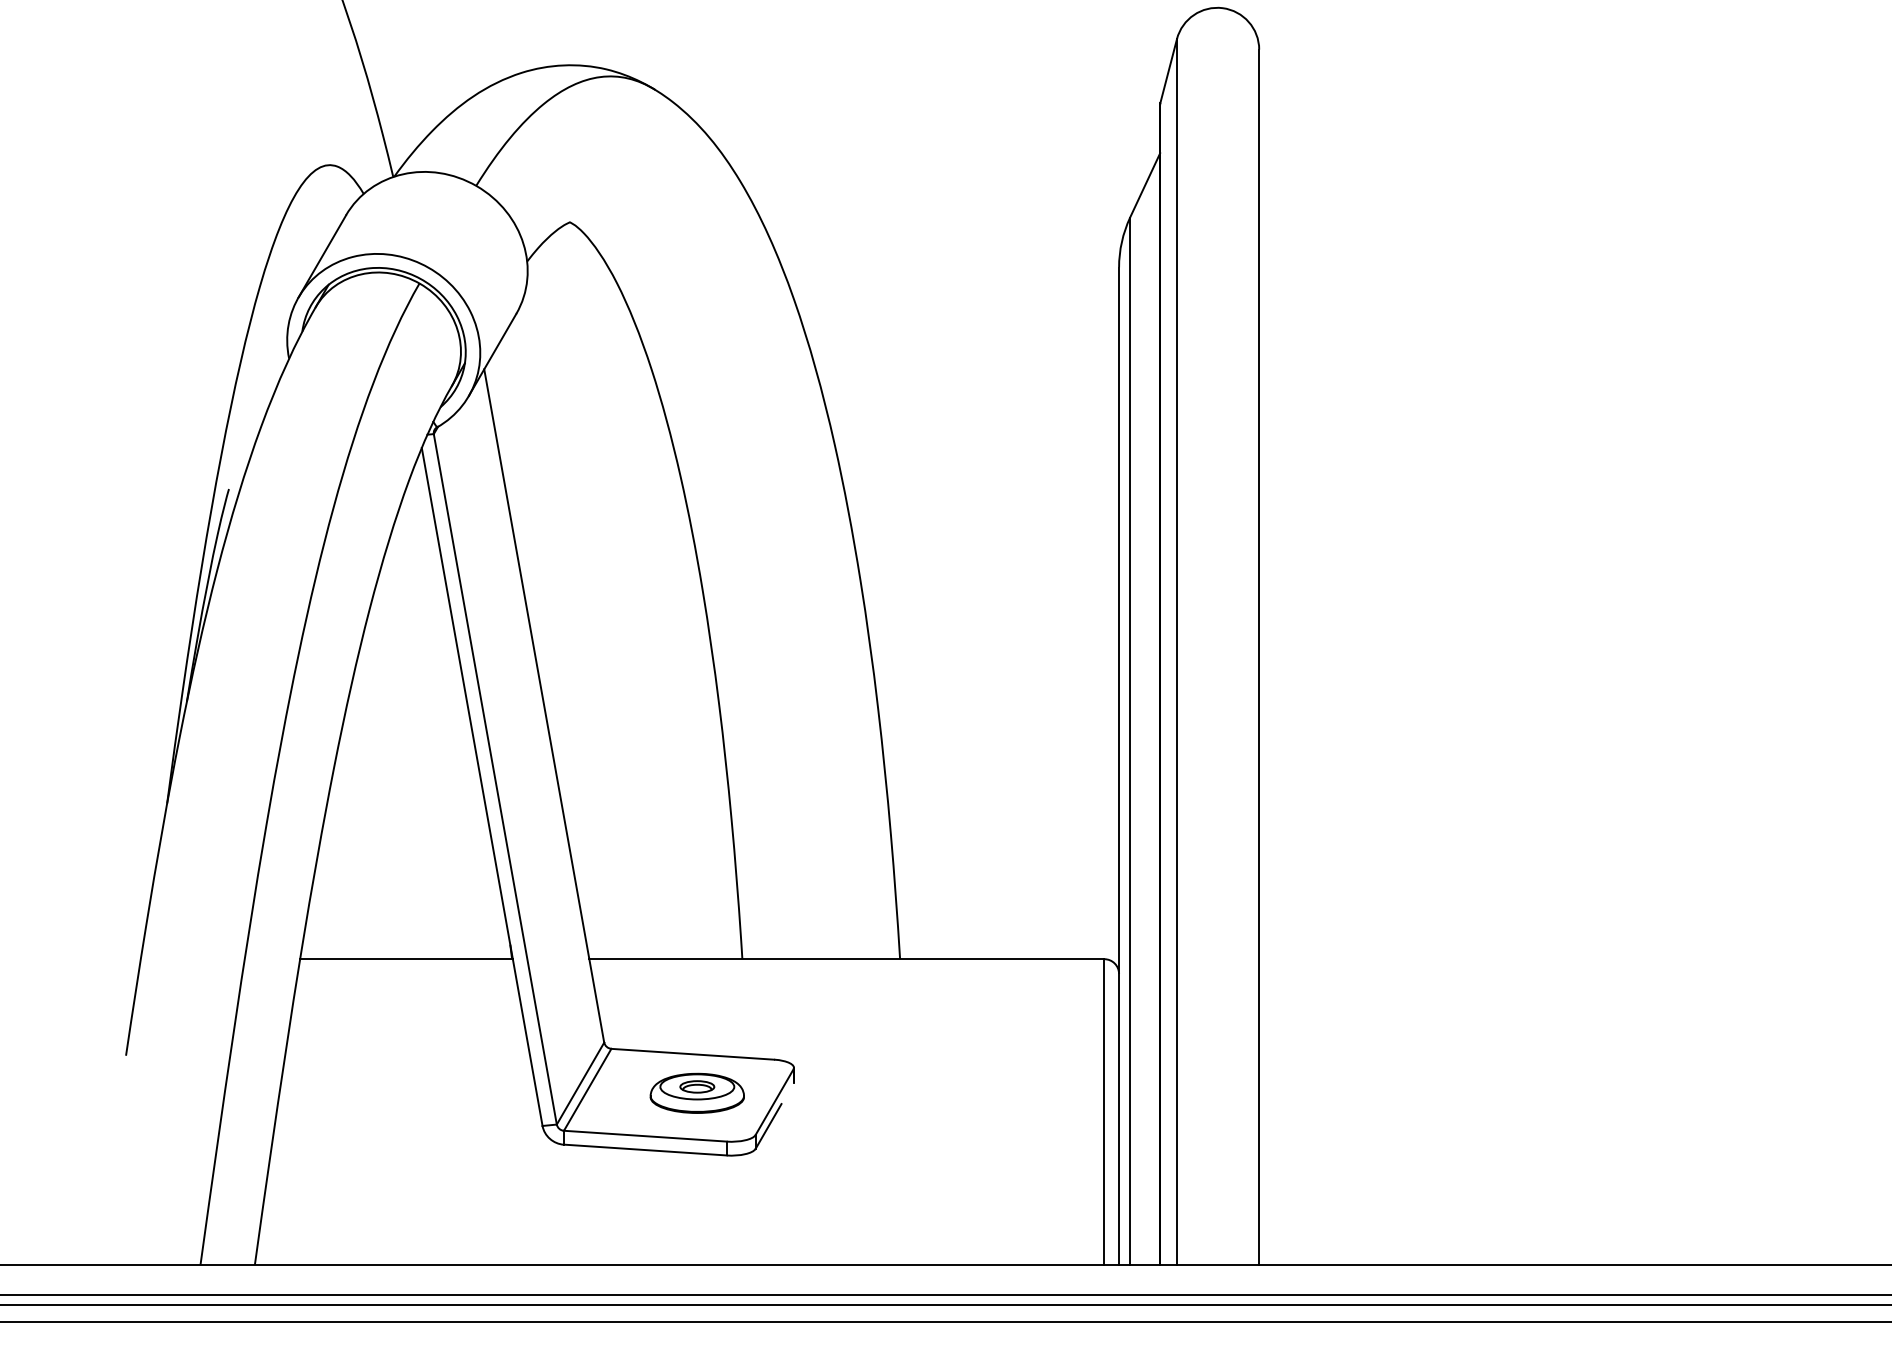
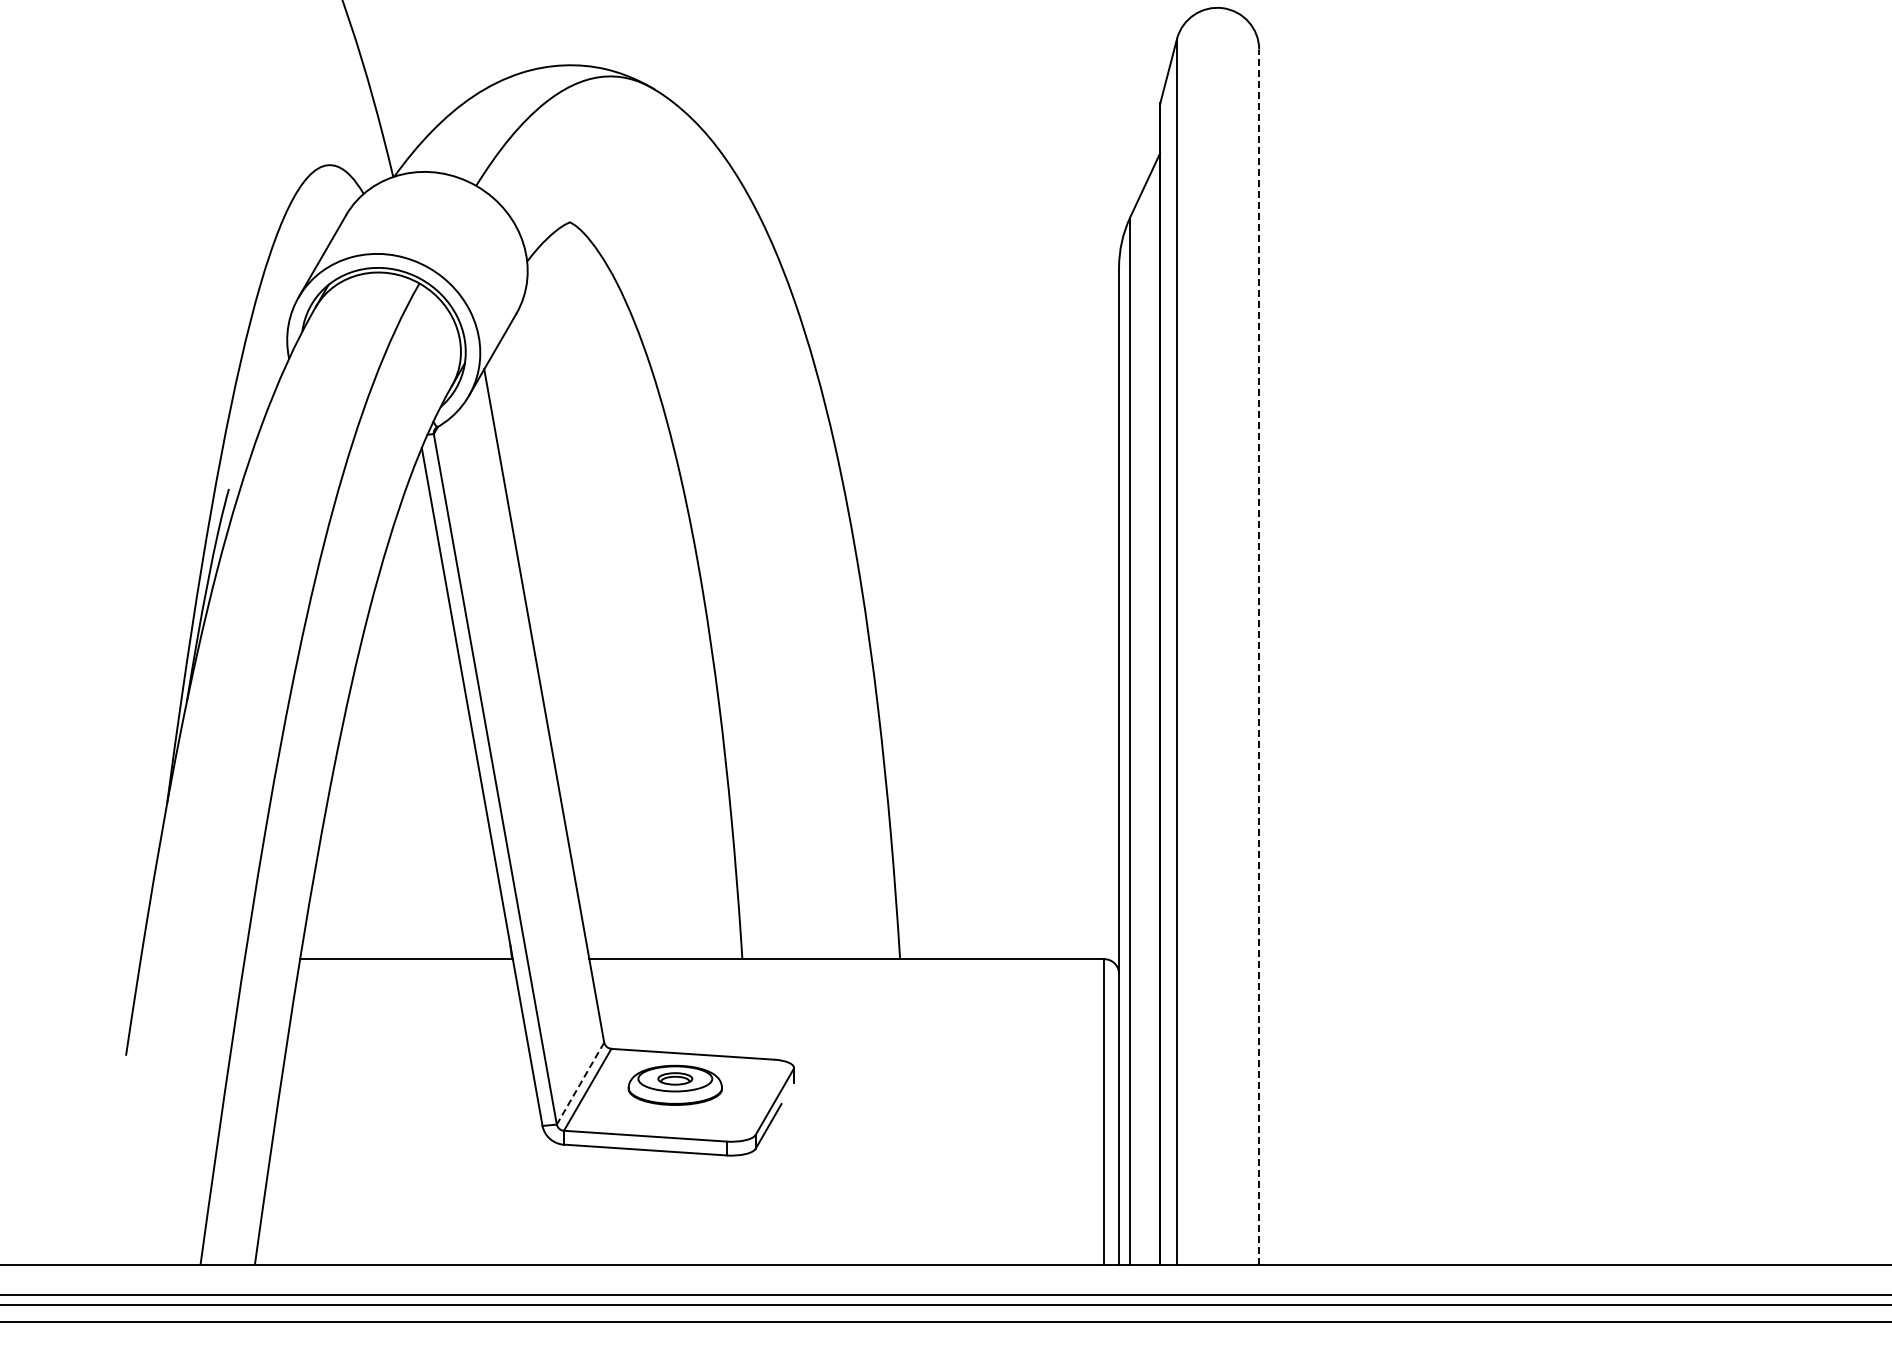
line at (1259, 657): solid -> dashed
line at (580, 1084): solid -> dashed
part at (696, 1092) position: (696, 1092) -> (674, 1084)
